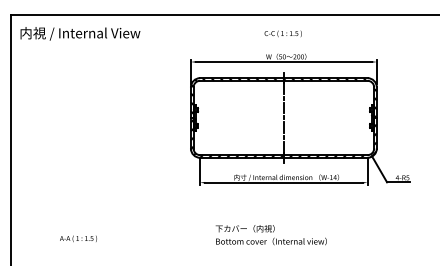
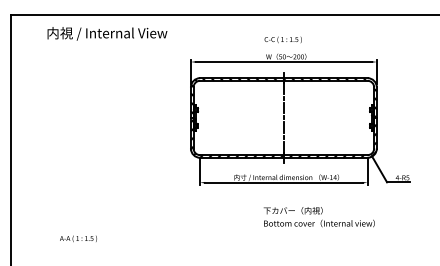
text at (80, 33) position: (80, 33) -> (107, 33)
text at (282, 33) position: (282, 33) -> (282, 39)
text at (270, 235) position: (270, 235) -> (318, 217)
